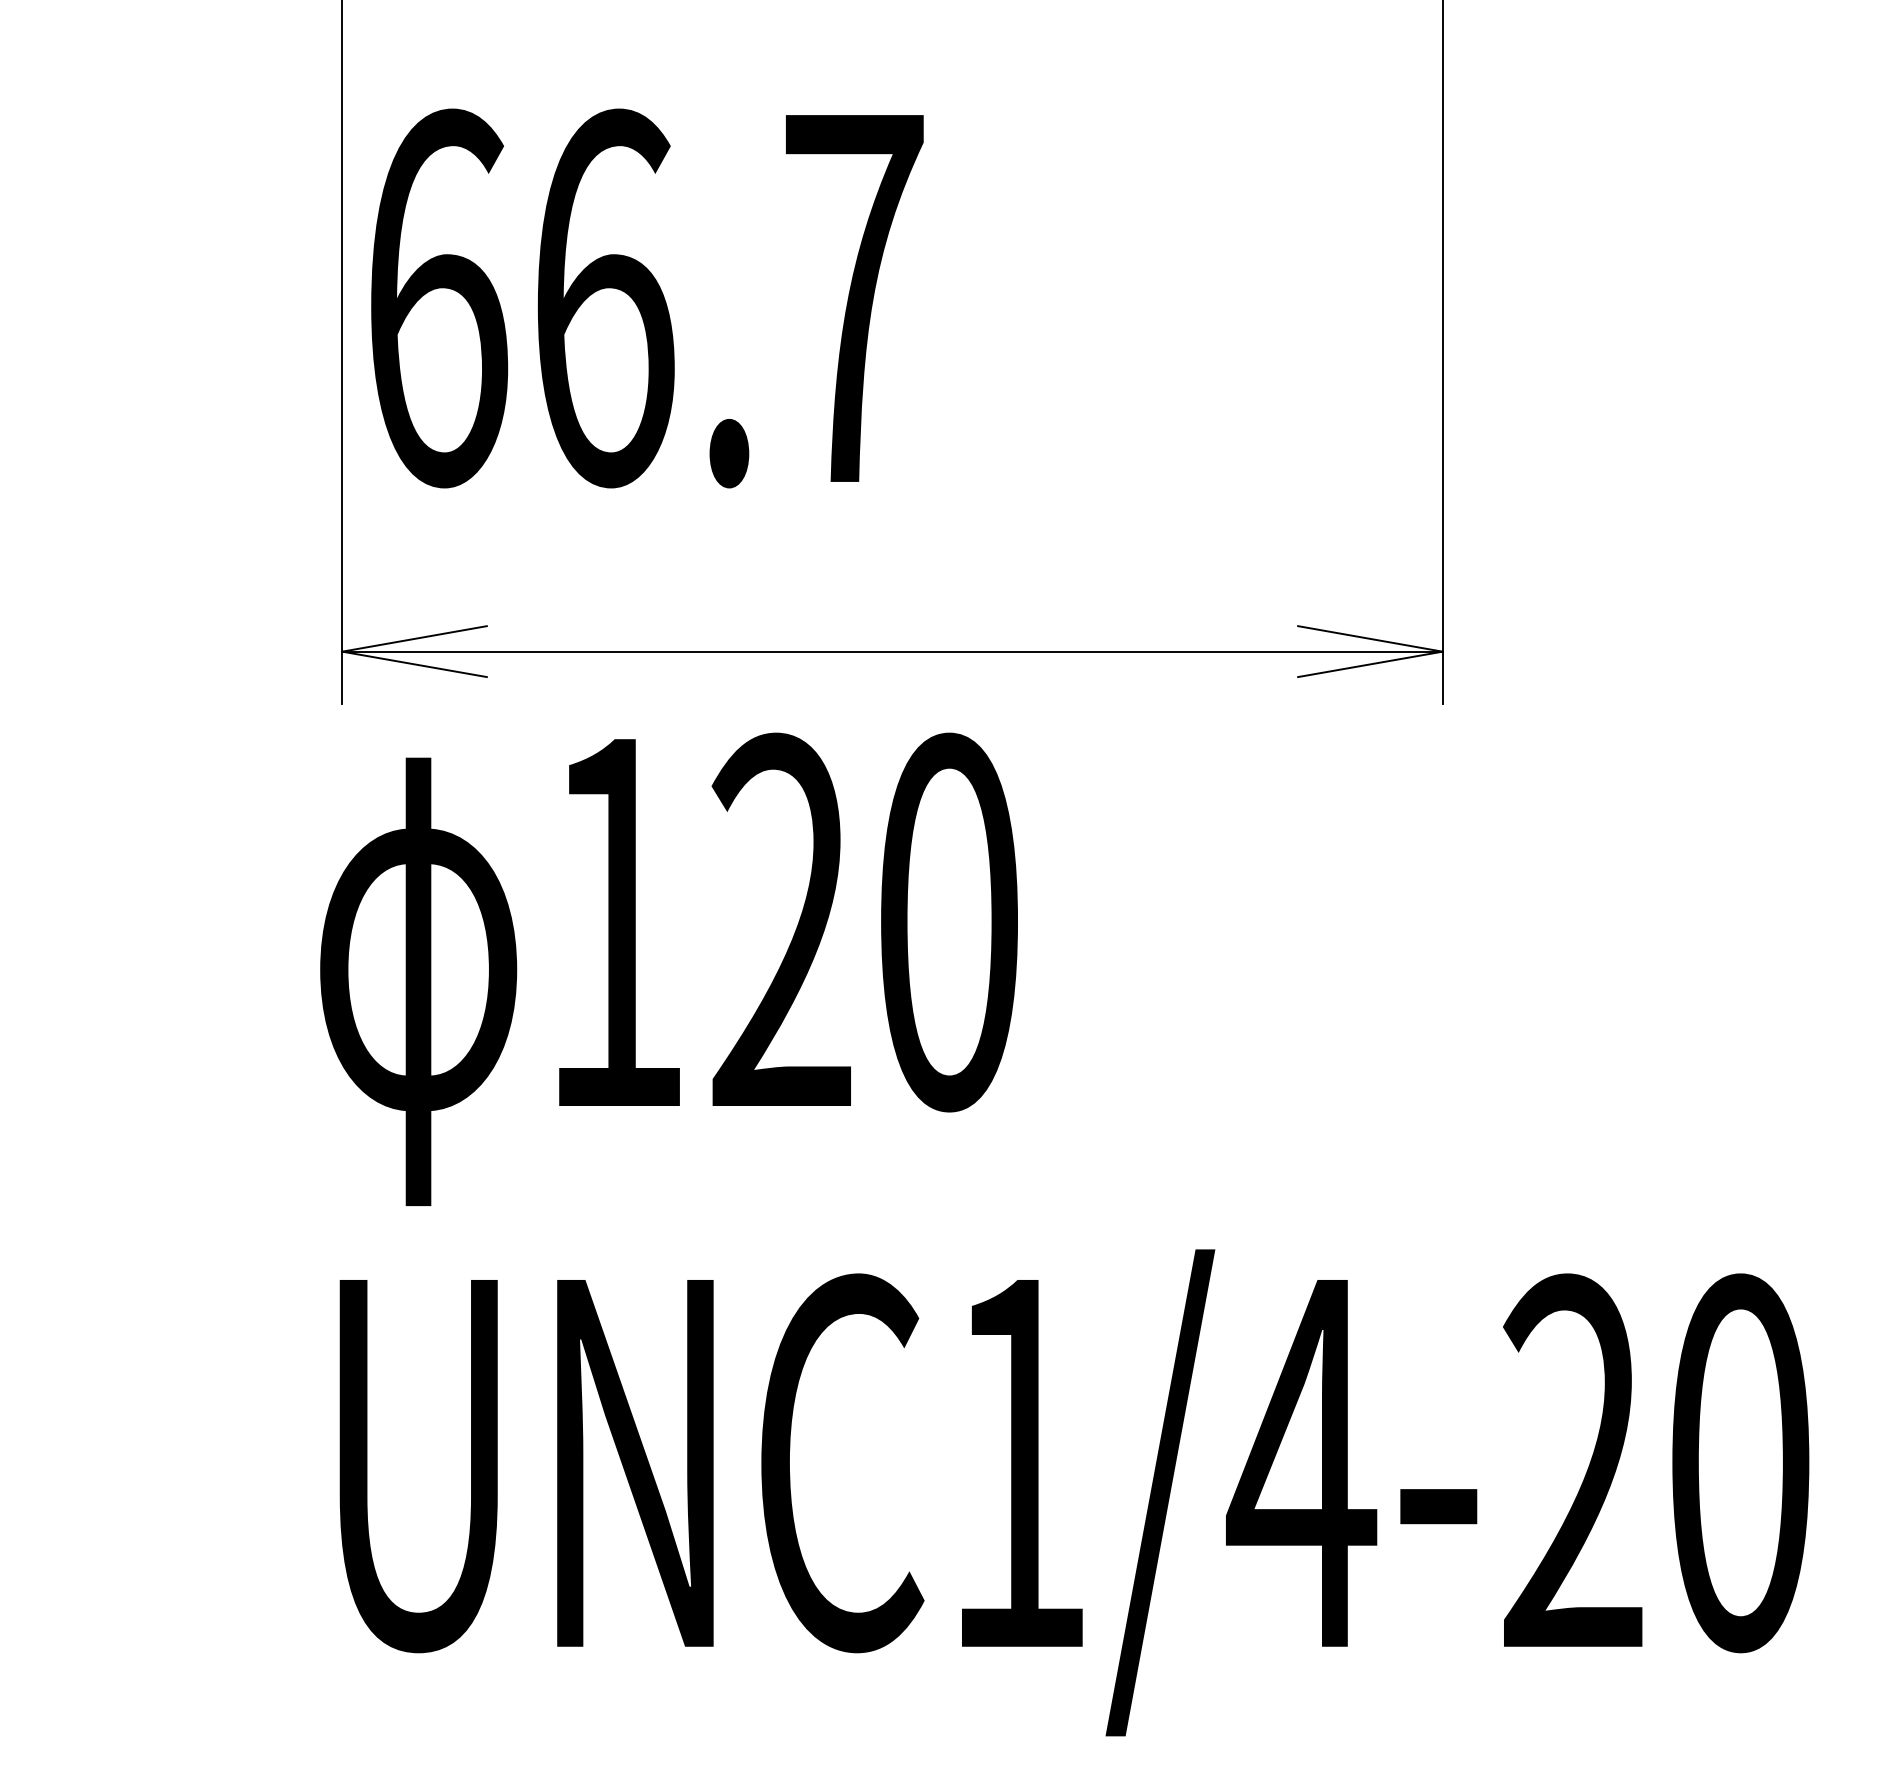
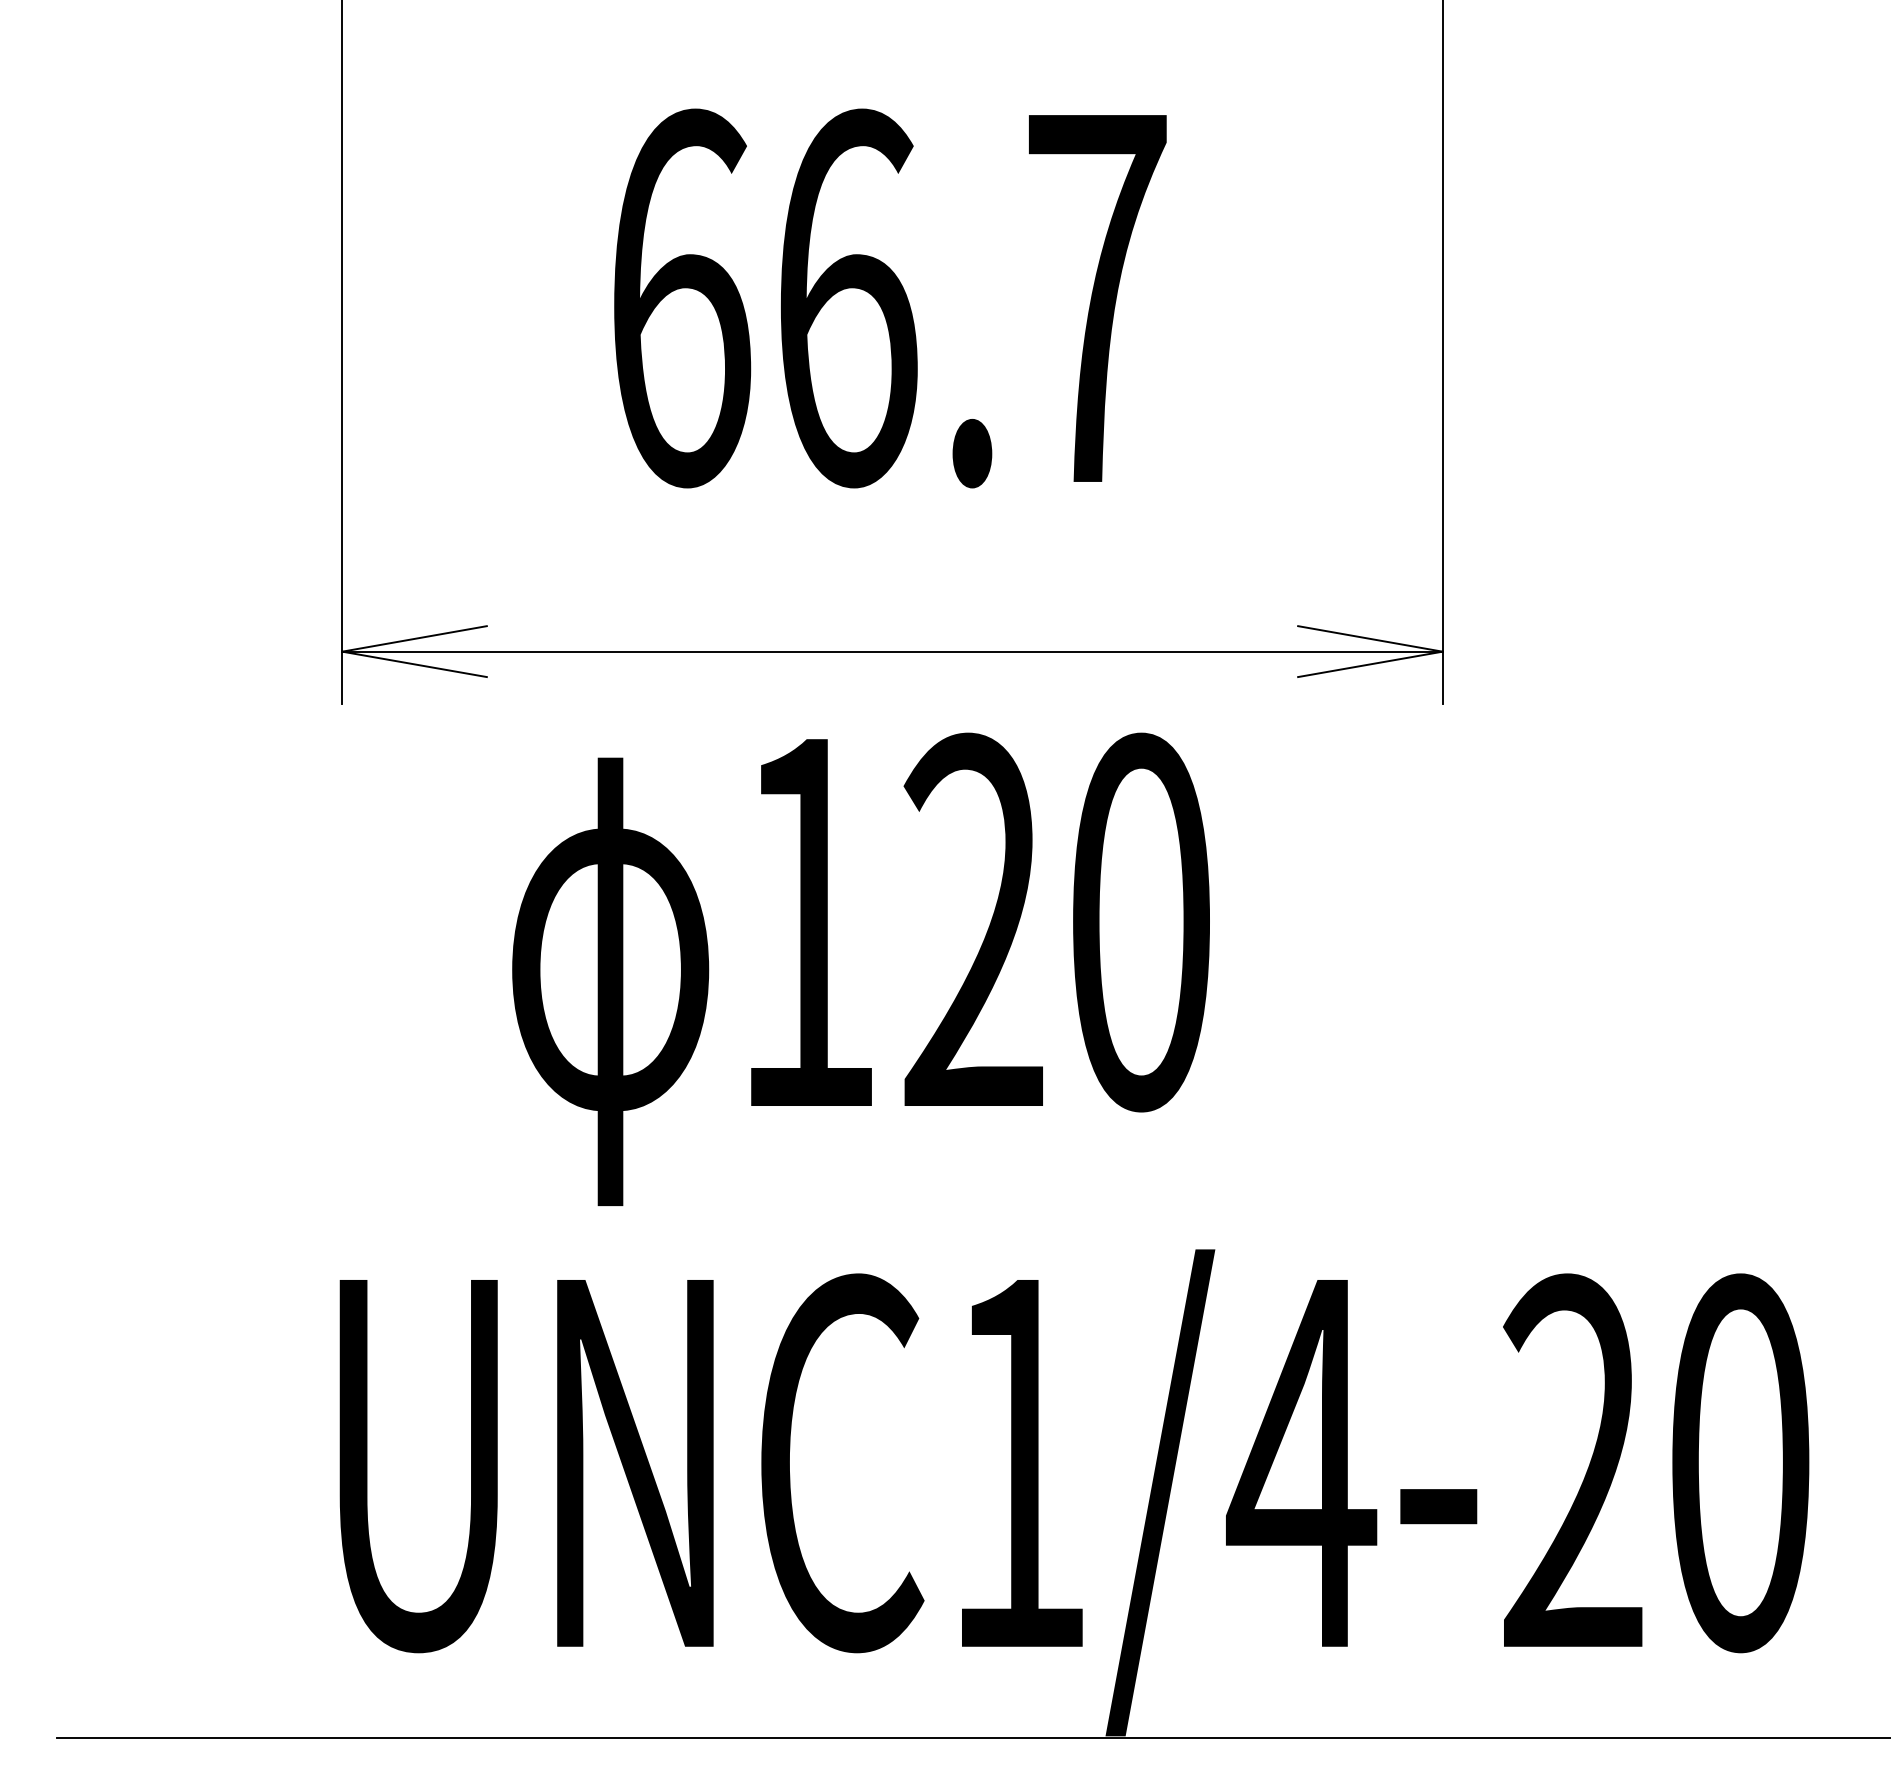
text at (647, 298) position: (647, 298) -> (890, 298)
text at (668, 968) position: (668, 968) -> (860, 968)
line at (971, 1738): none -> present
